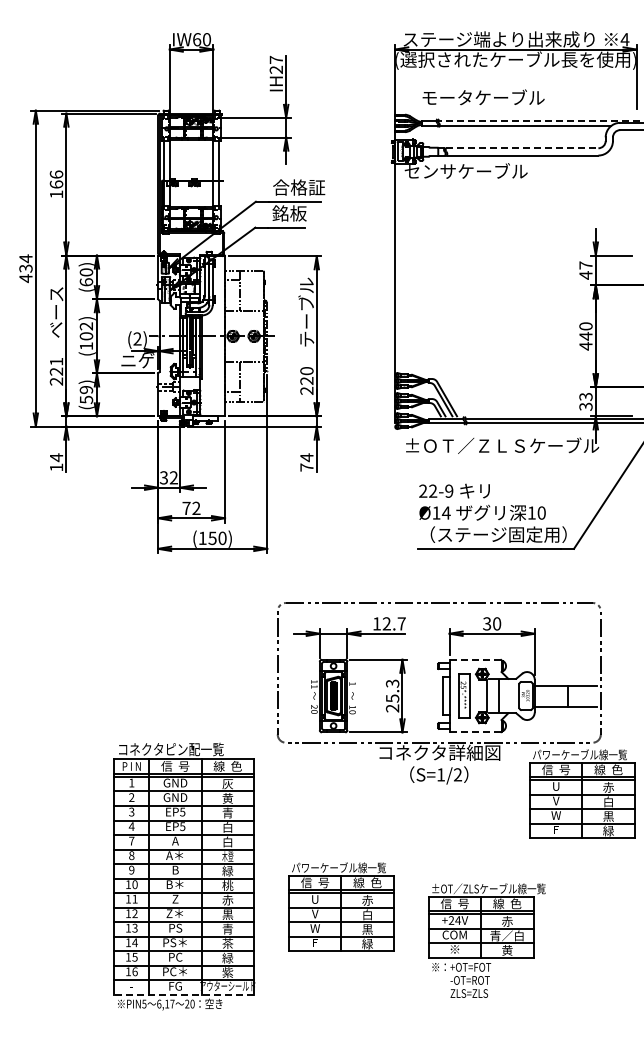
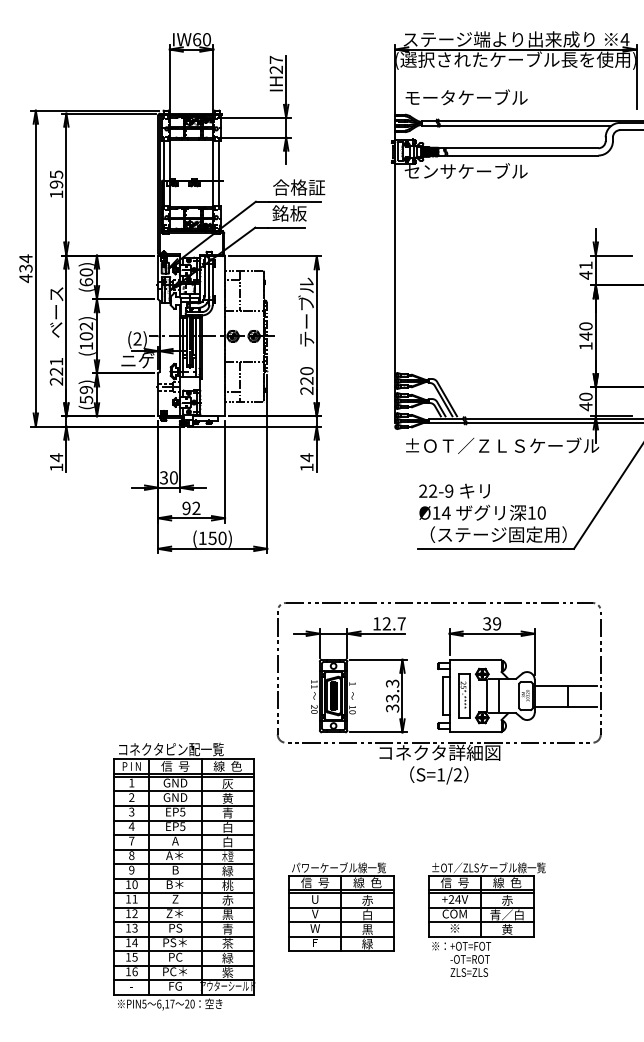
text at (483, 97) position: (483, 97) -> (466, 97)
line at (540, 120): dashed -> solid
line at (522, 148): dashed -> solid
hatch at (430, 151): none -> present
text at (56, 179): 166 -> 195
text at (585, 265): 47 -> 41
text at (585, 345): 440 -> 140
text at (585, 401): 33 -> 40
text at (306, 467): 74 -> 14
text at (173, 477): 32 -> 30
text at (186, 508): 72 -> 92
text at (497, 623): 30 -> 39
line at (475, 659): dashed -> solid
text at (392, 703): 25.3 -> 33.3
line at (475, 732): dashed -> solid
part at (582, 793): present -> none
part at (486, 940) position: (486, 940) -> (486, 919)
line at (184, 994): dashed -> solid
